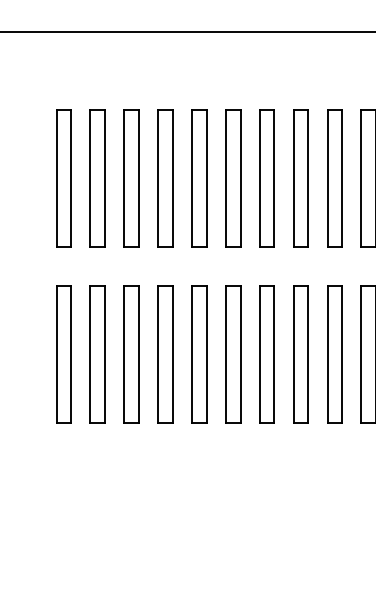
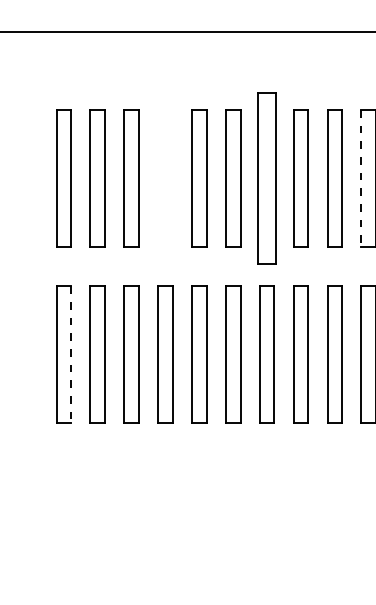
part at (165, 178): present -> none
part at (266, 178) size: 16x139 px -> 20x173 px
line at (361, 178): solid -> dashed
line at (71, 354): solid -> dashed
